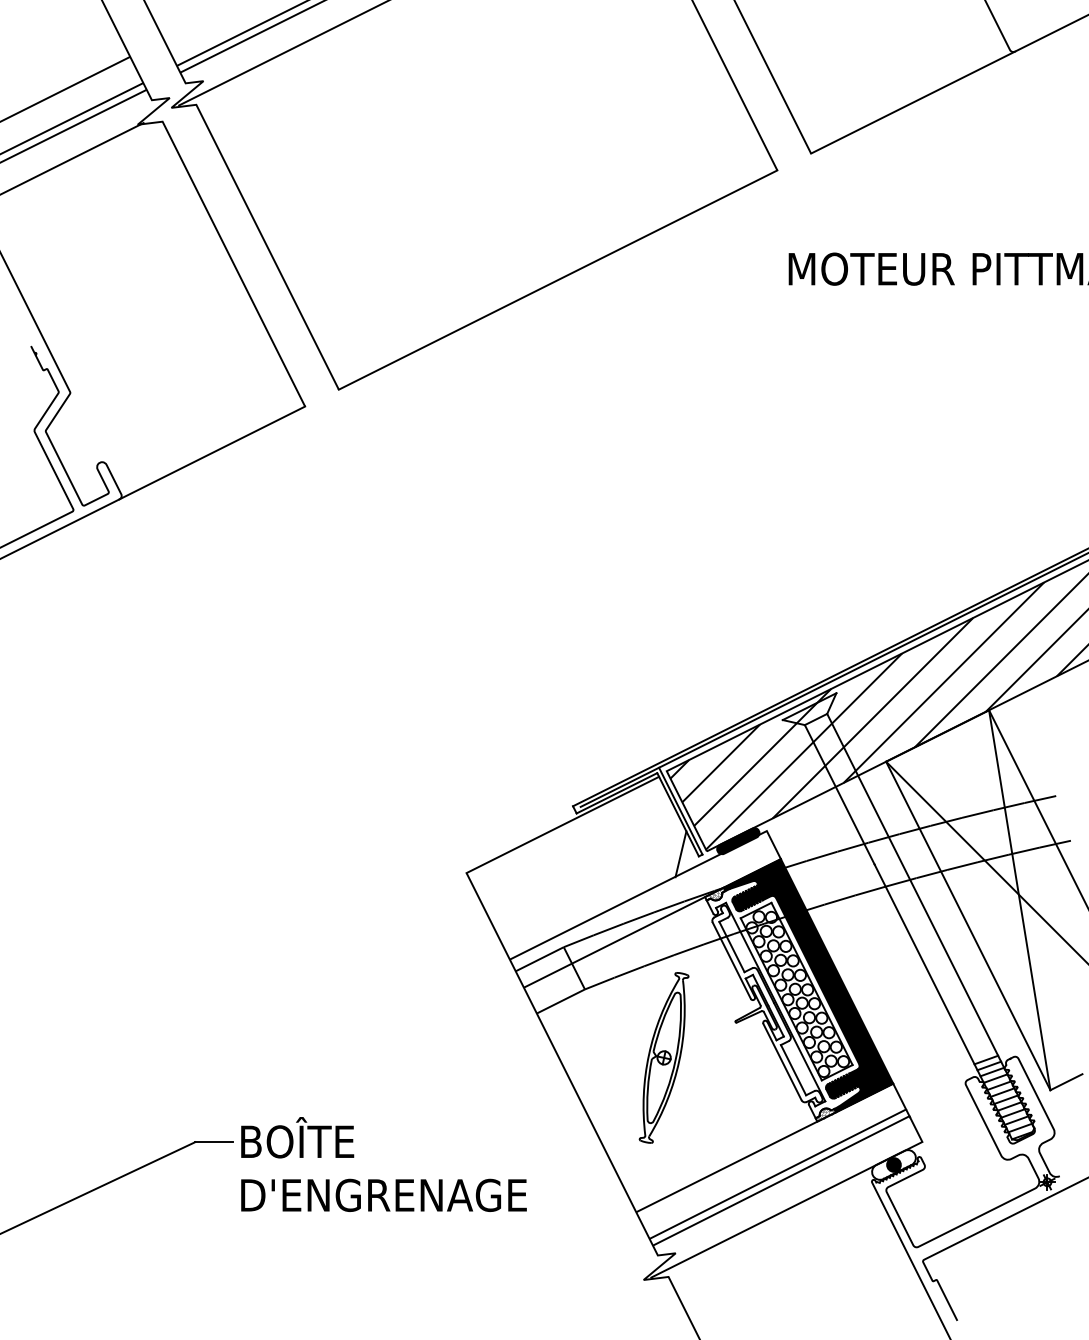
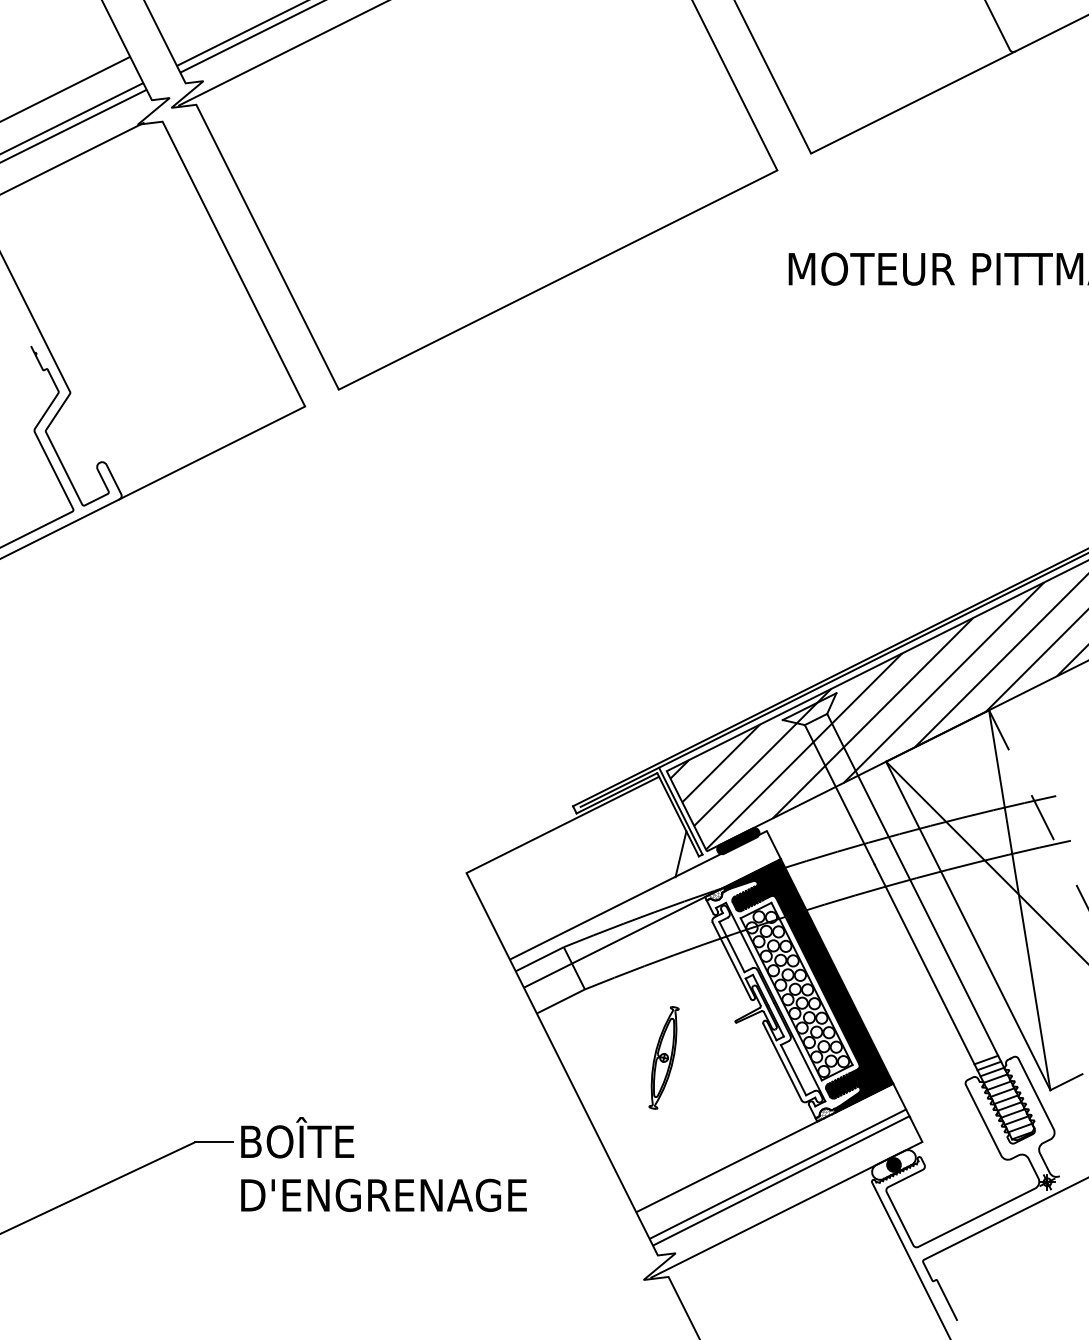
line at (1039, 810): solid -> dashed
part at (663, 1057) size: 52x172 px -> 32x104 px
